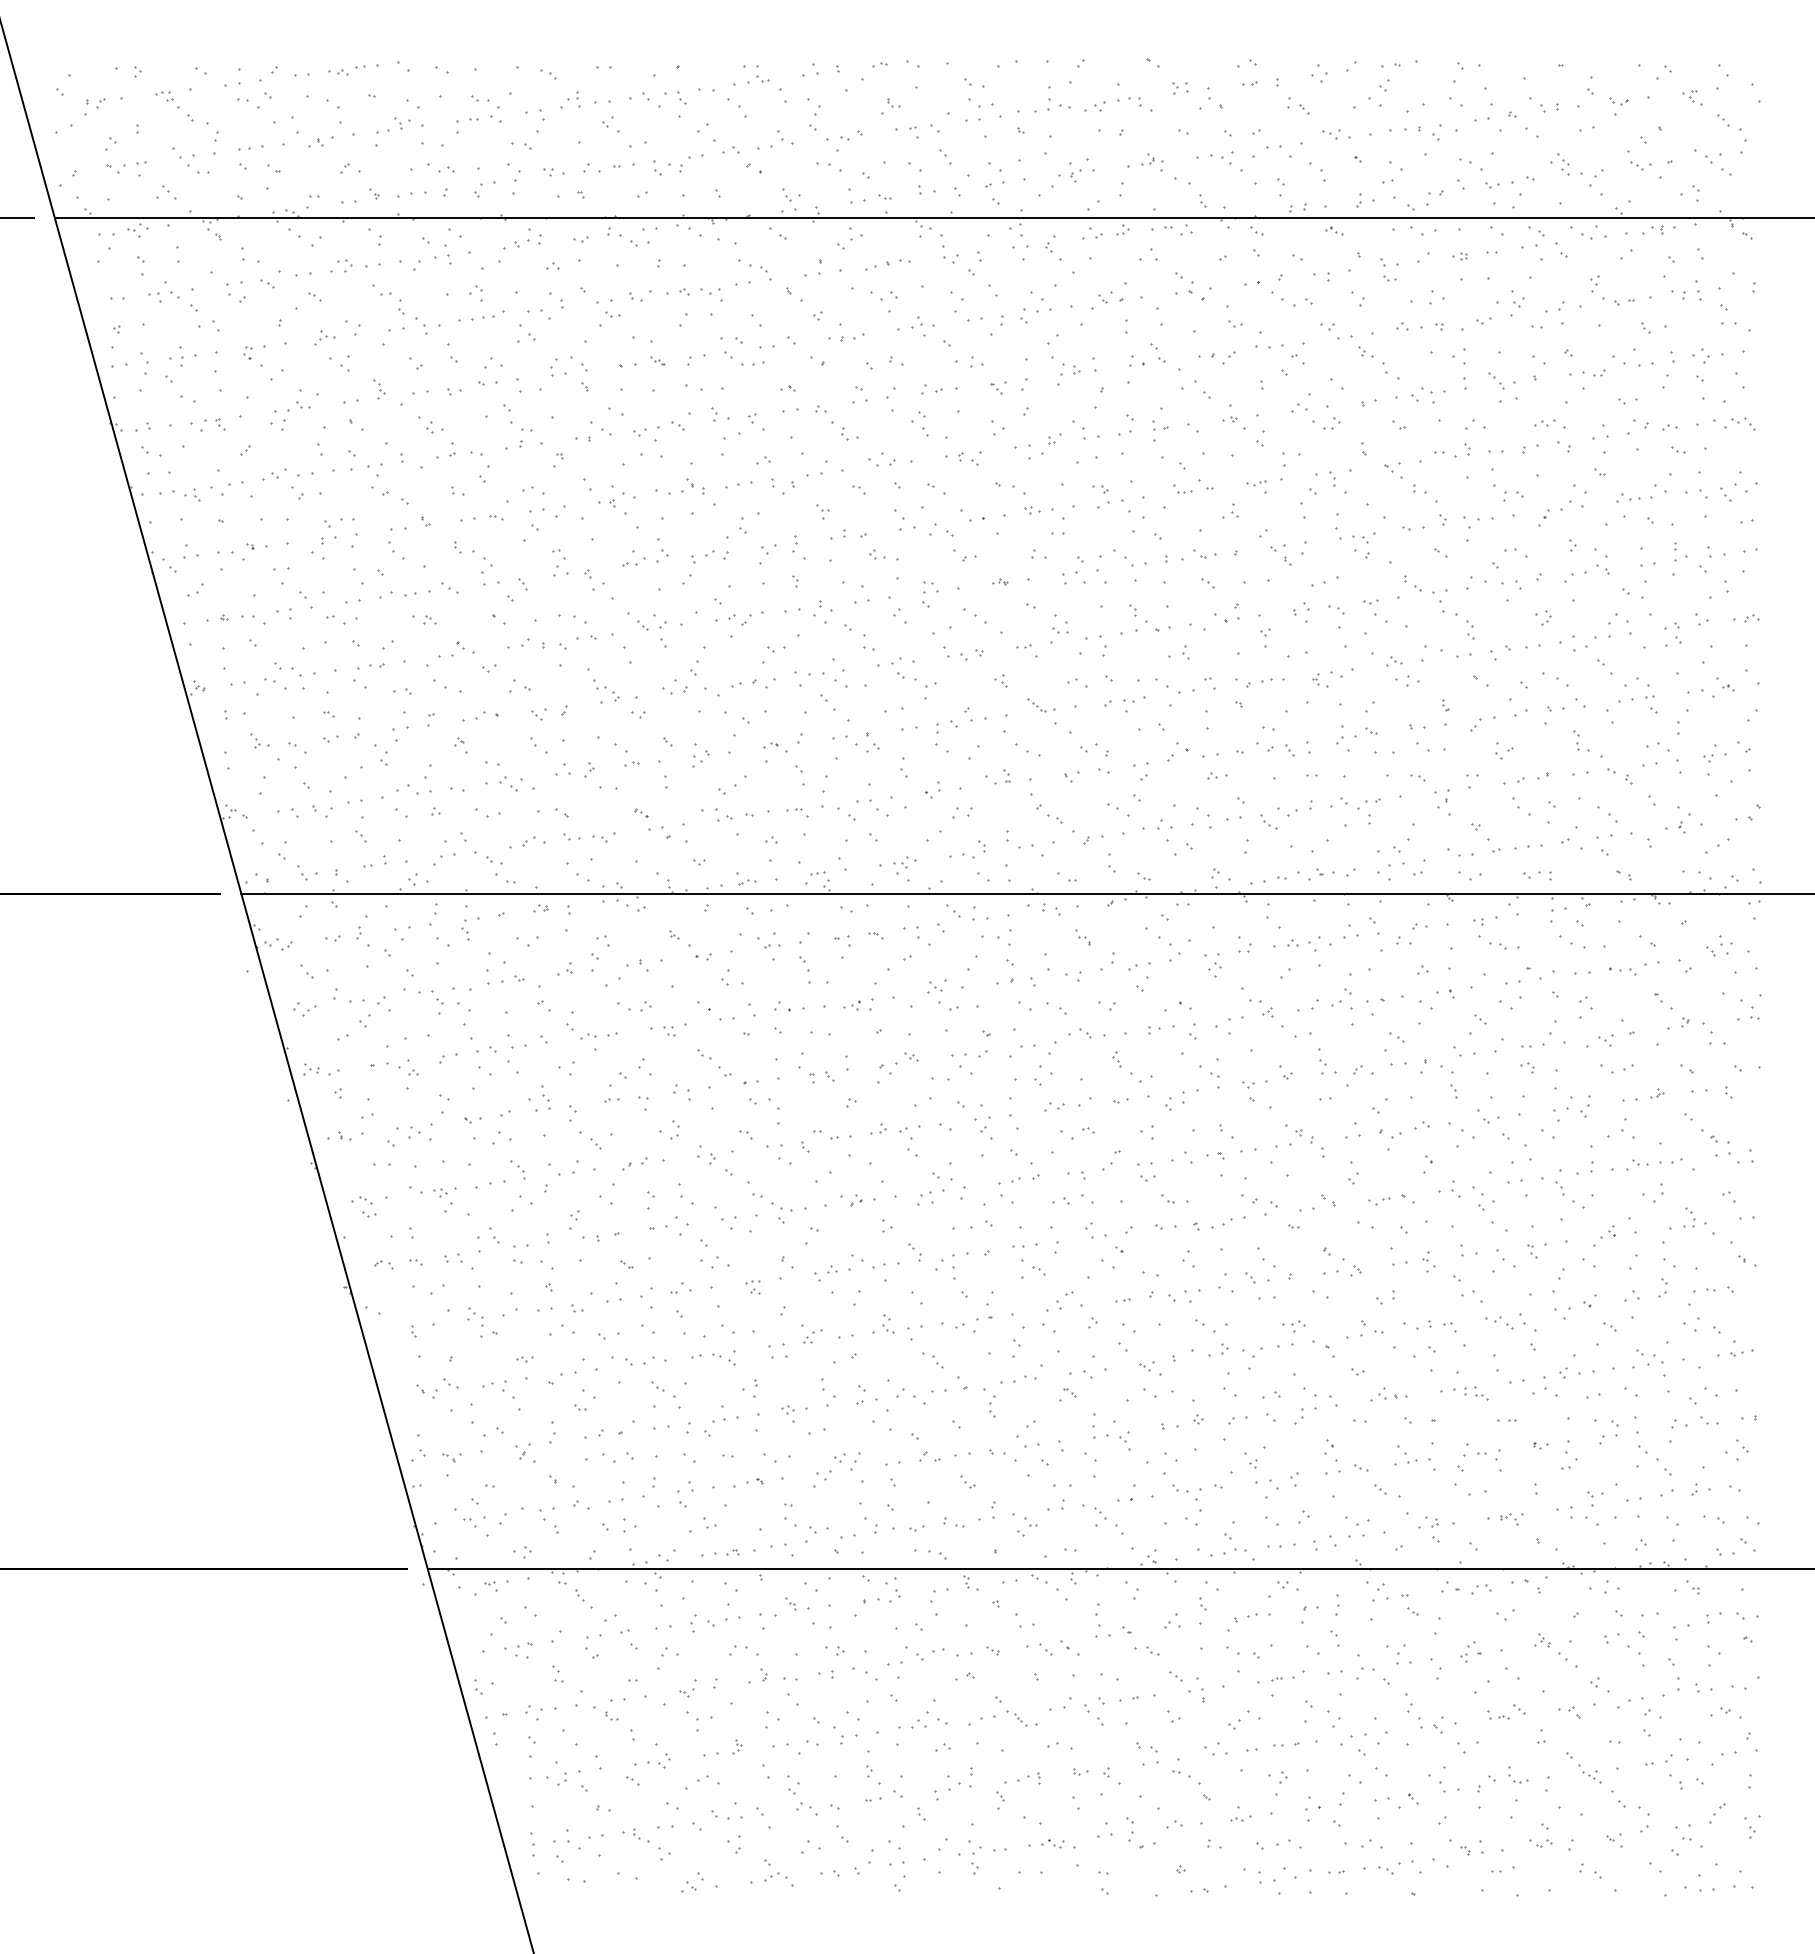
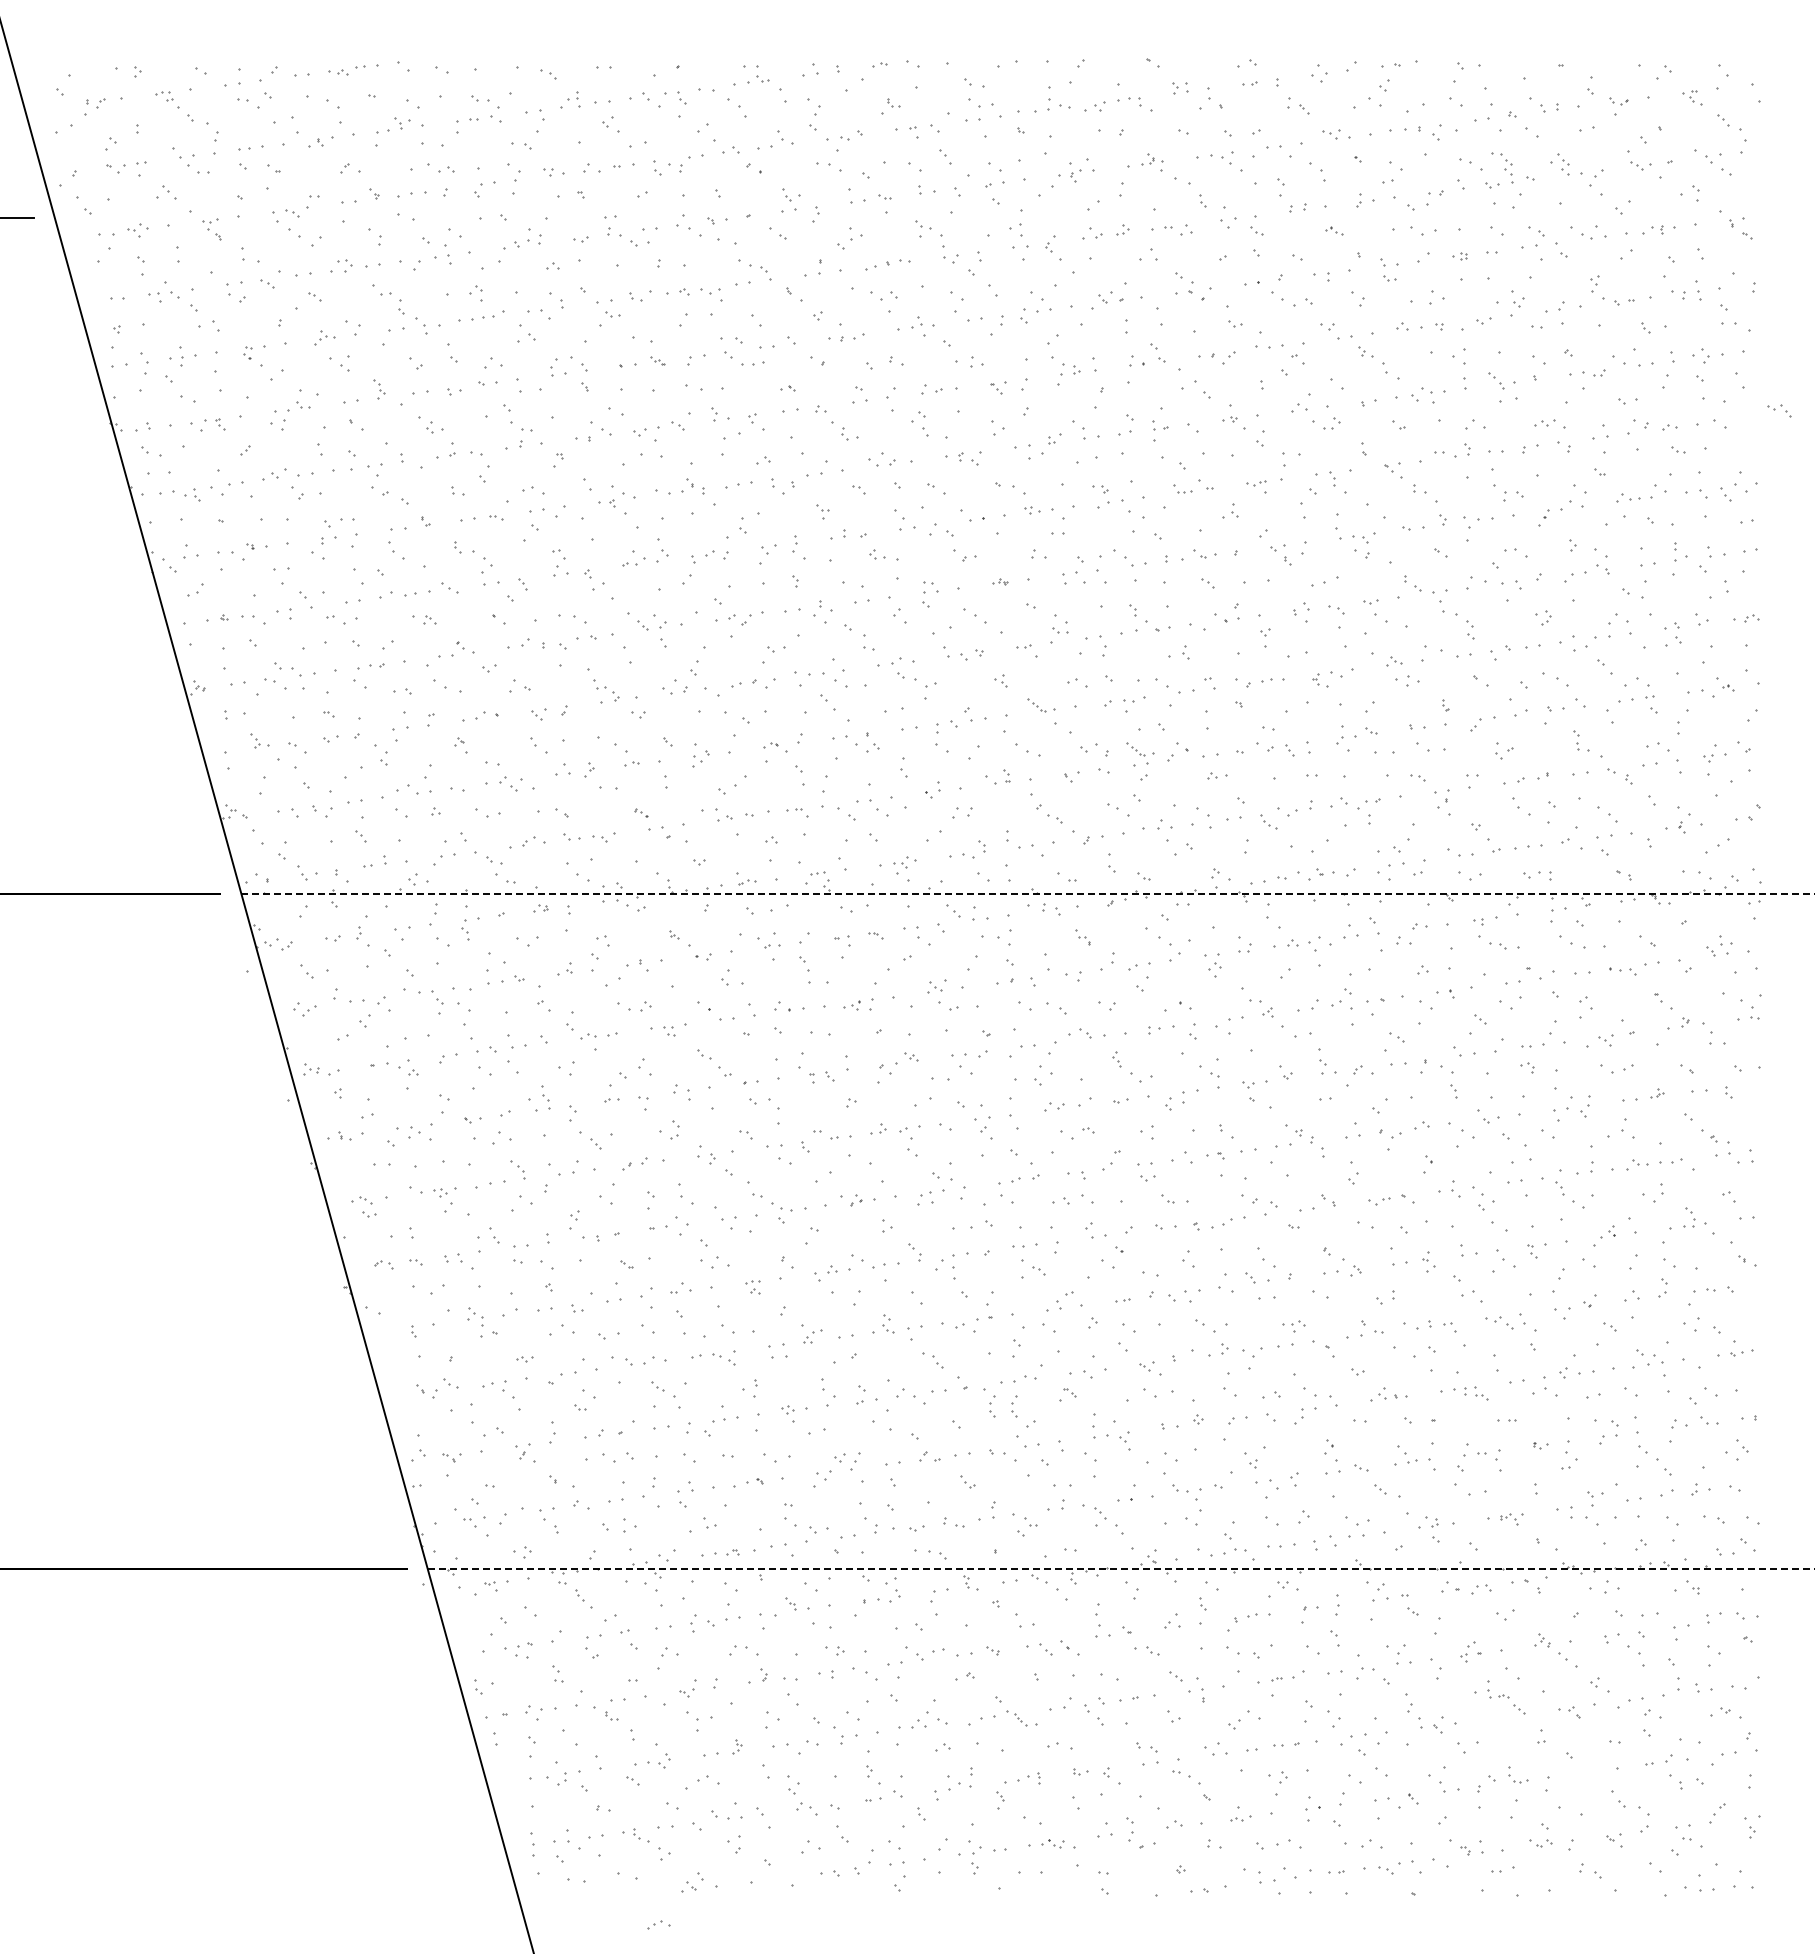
part at (1506, 164): none -> present
line at (932, 217): present -> none
part at (1743, 423) position: (1743, 423) -> (1779, 410)
part at (1140, 749): none -> present
line at (1028, 893): solid -> dashed
part at (1014, 1406): none -> present
line at (1121, 1569): solid -> dashed
part at (1498, 1714) position: (1498, 1714) -> (1498, 1693)
part at (1589, 1773): present -> none
part at (775, 1876) position: (775, 1876) -> (658, 1924)
